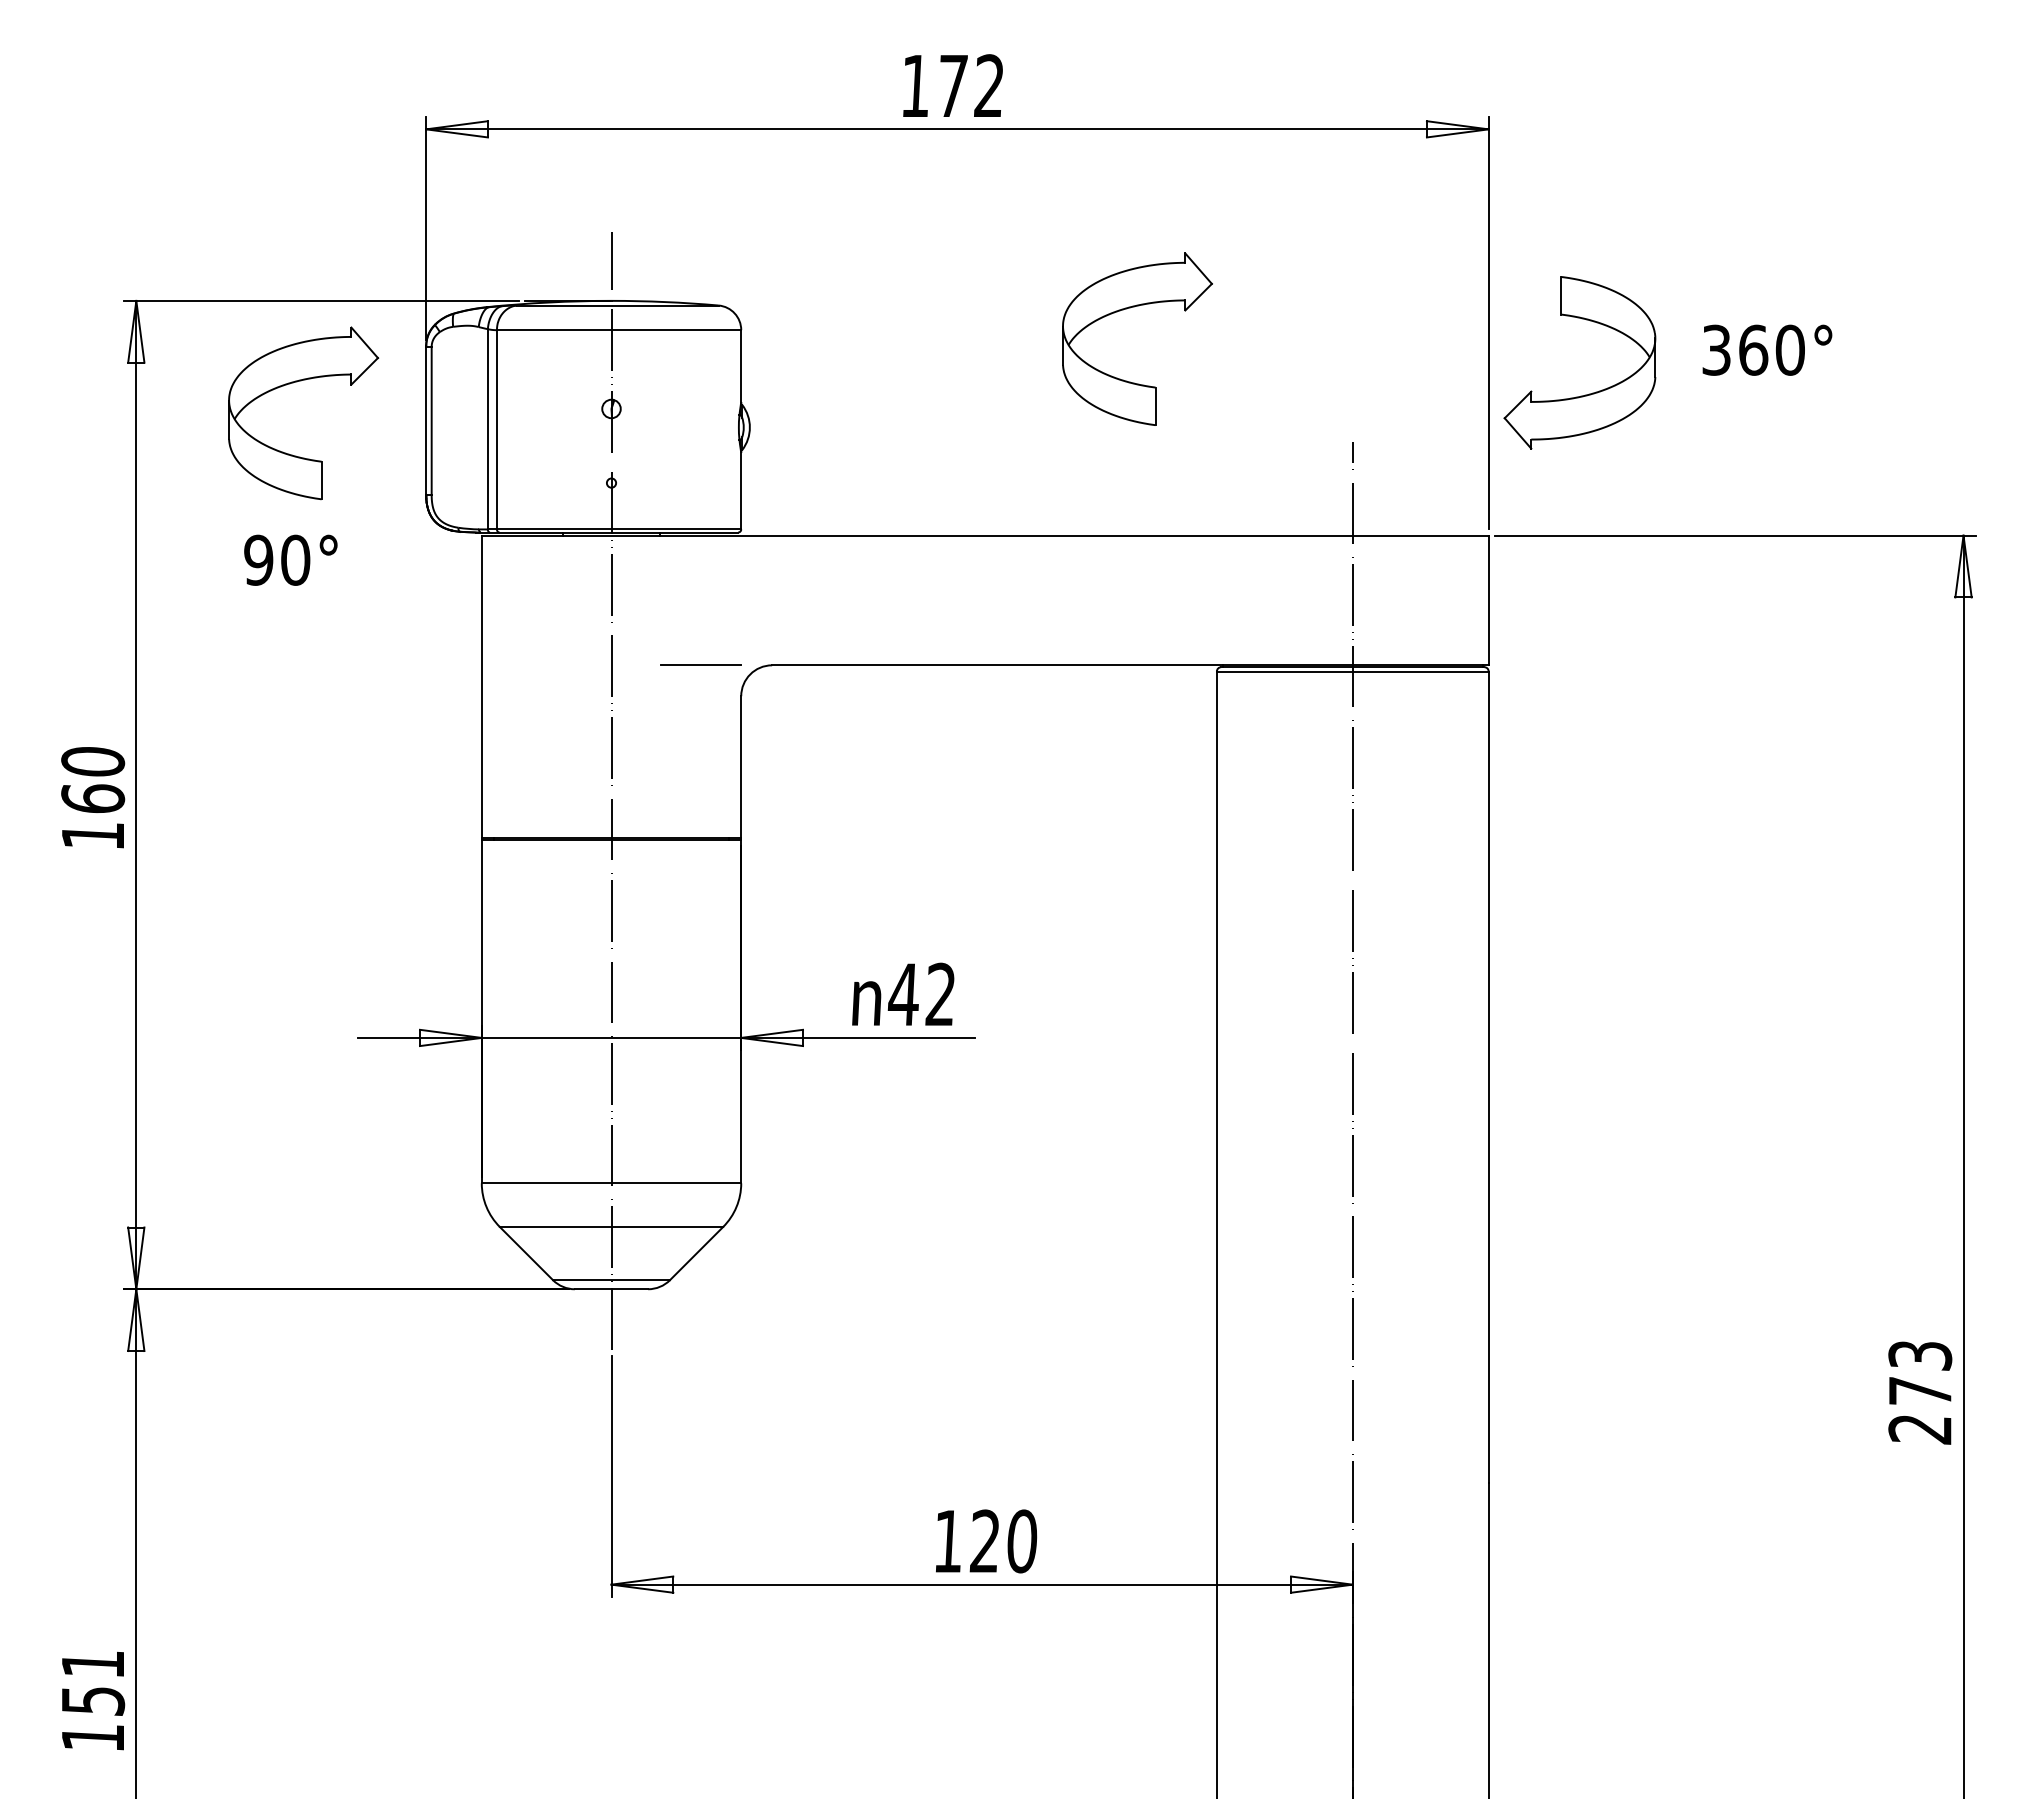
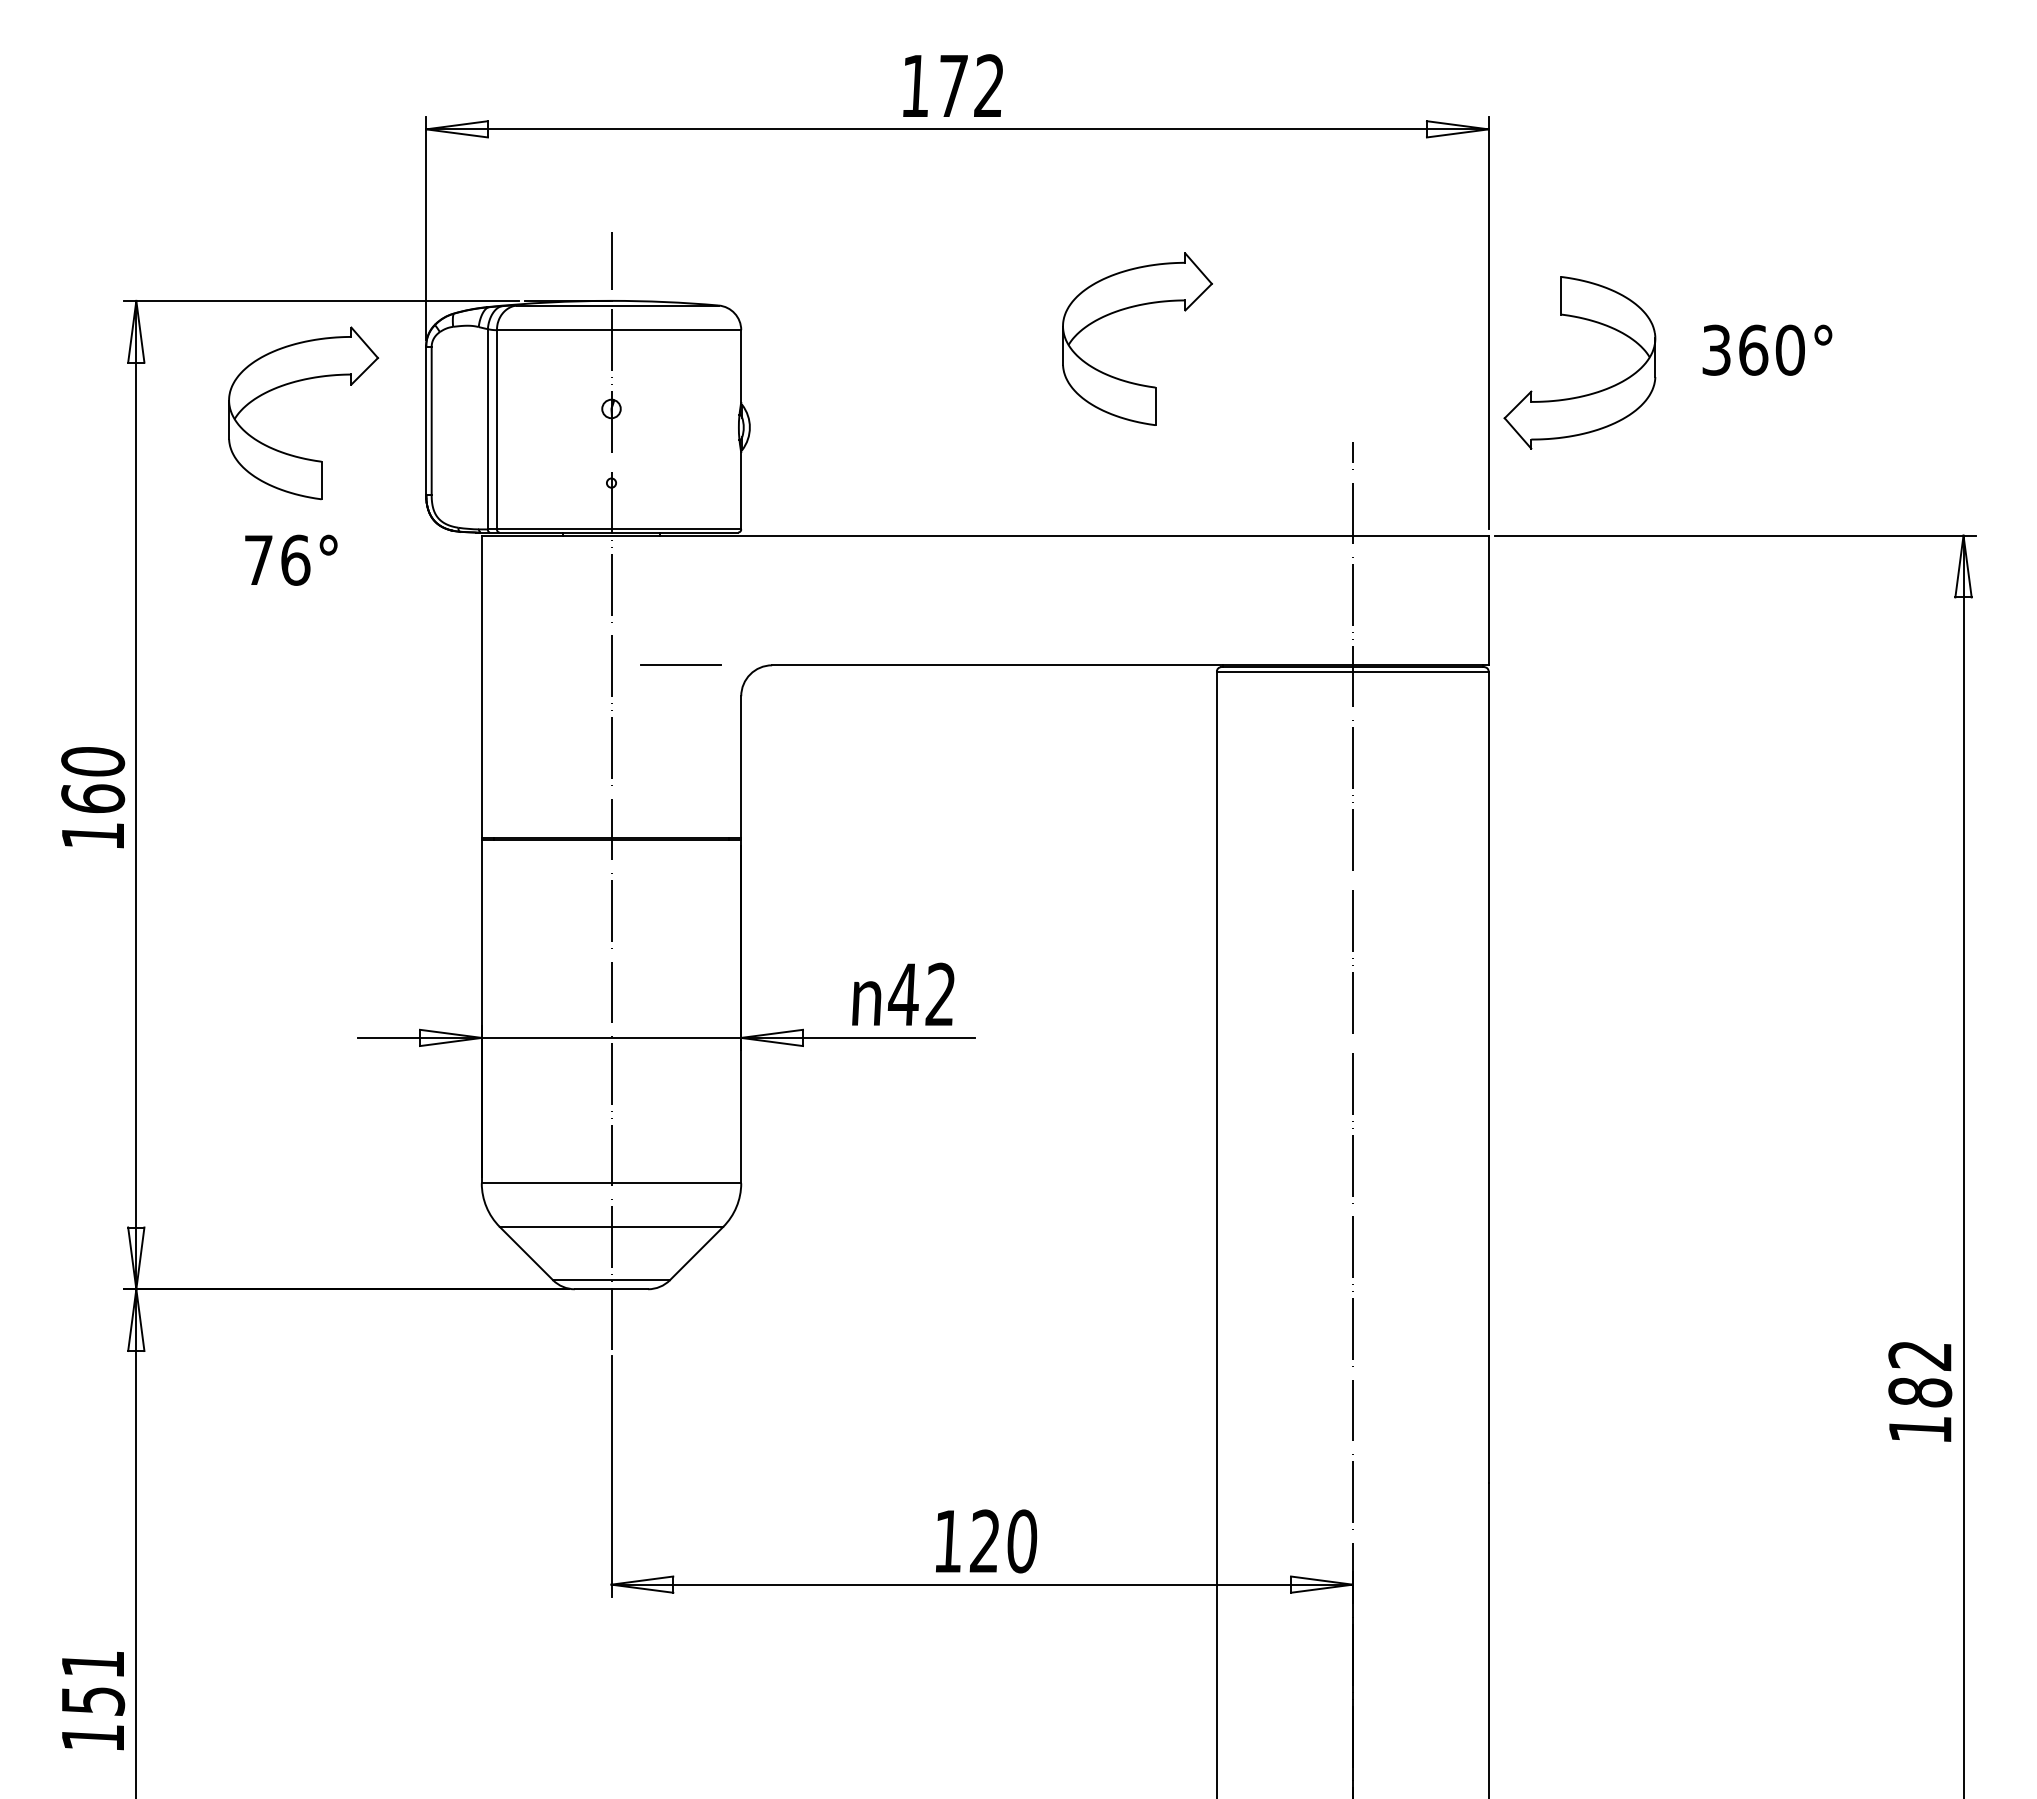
text at (277, 559): 90° -> 76°
line at (700, 664) position: (700, 664) -> (680, 664)
text at (1920, 1392): 273 -> 182
